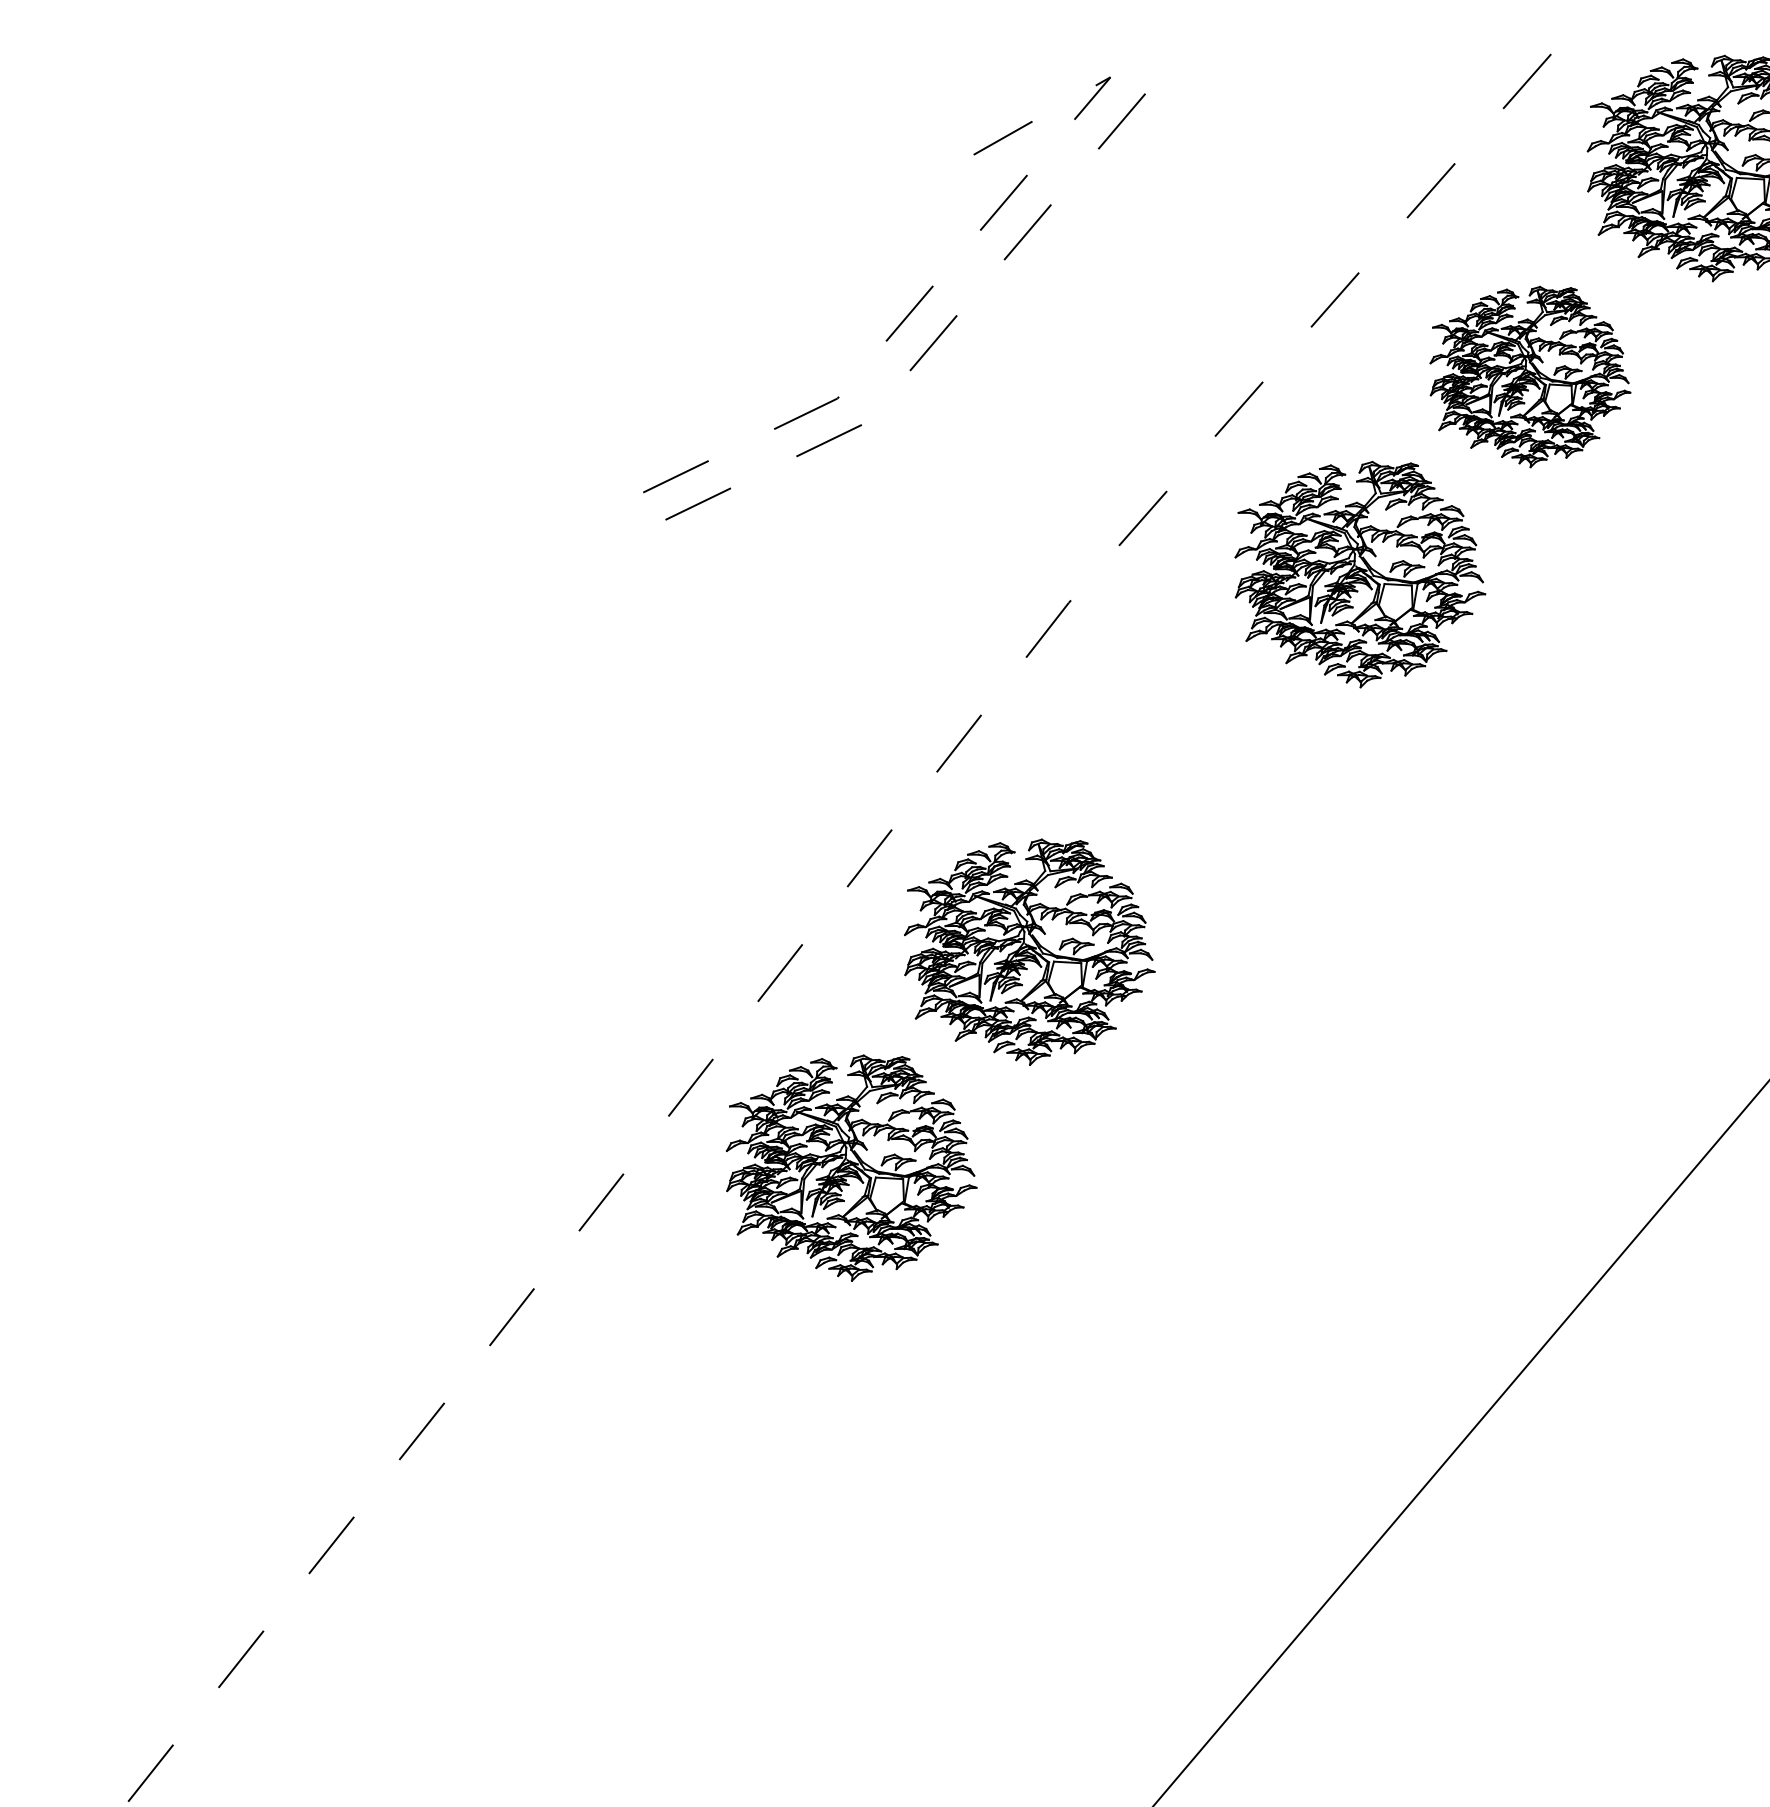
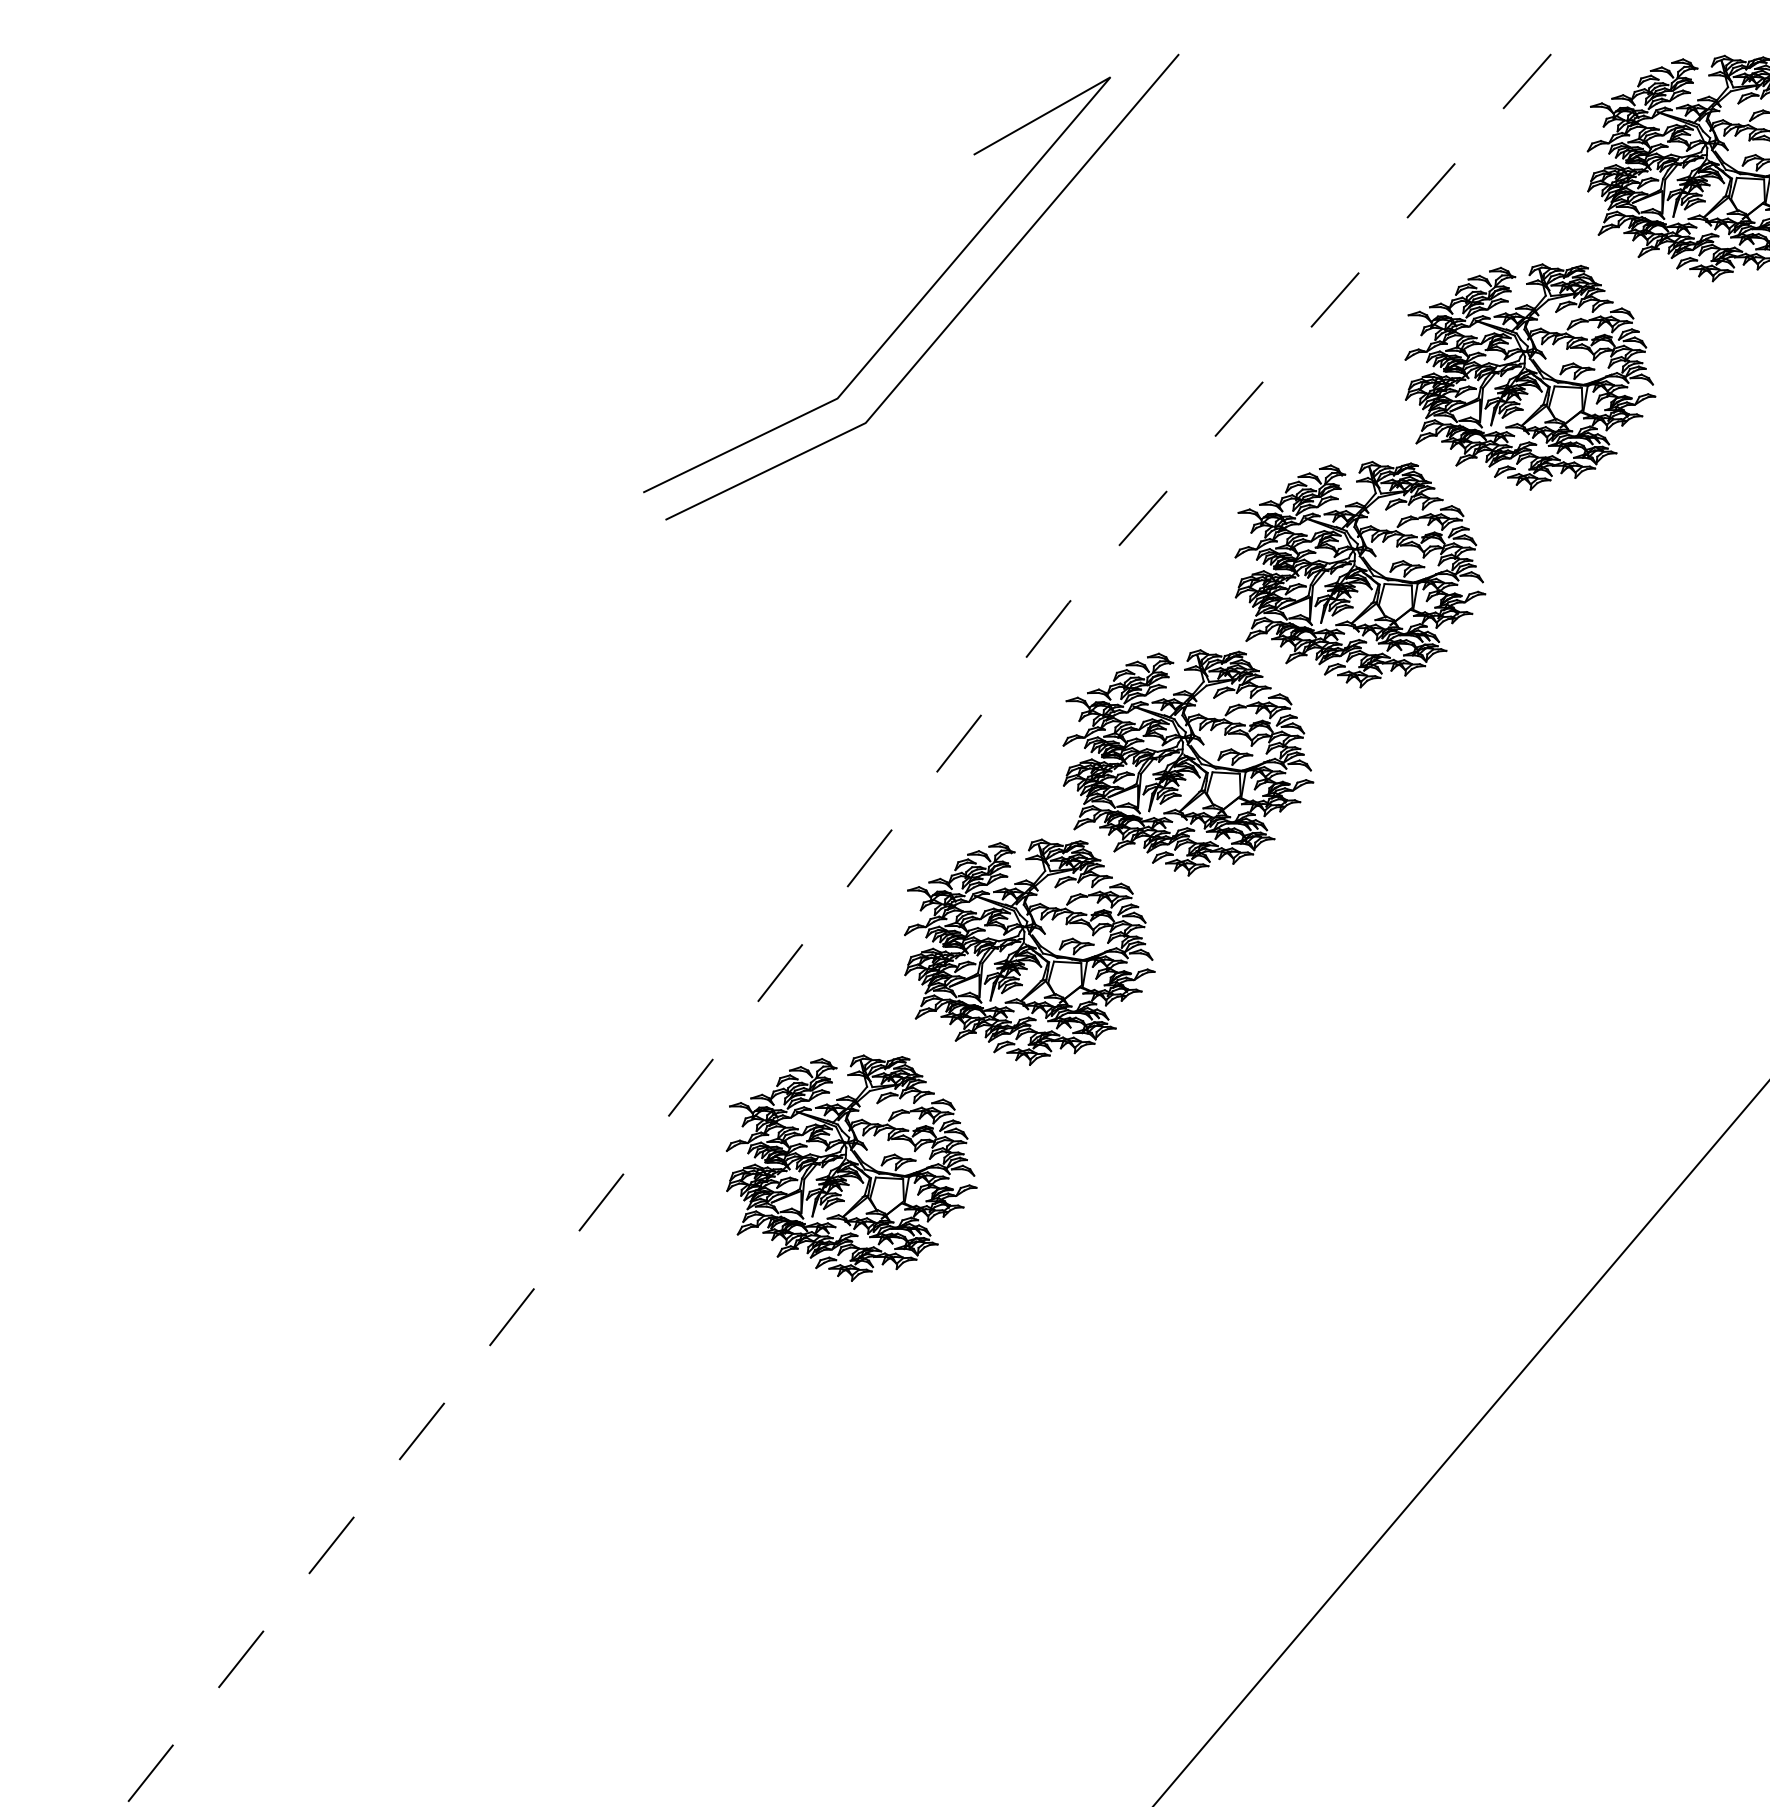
line at (955, 259): dashed -> solid
line at (949, 323): dashed -> solid
part at (1530, 376) size: 203x184 px -> 253x228 px
part at (1188, 762): none -> present
